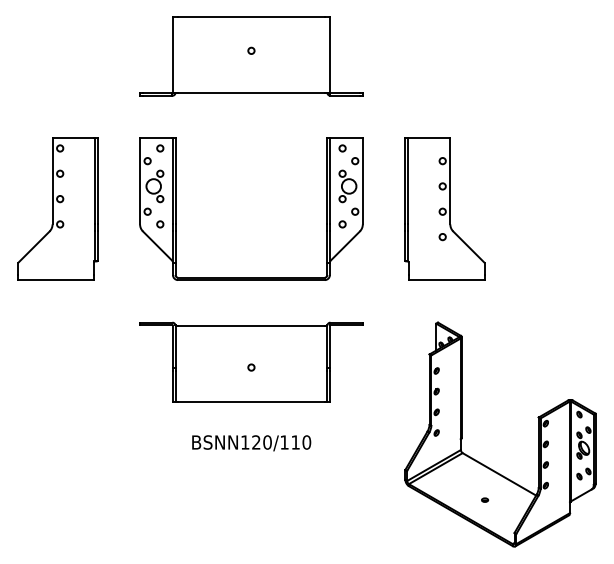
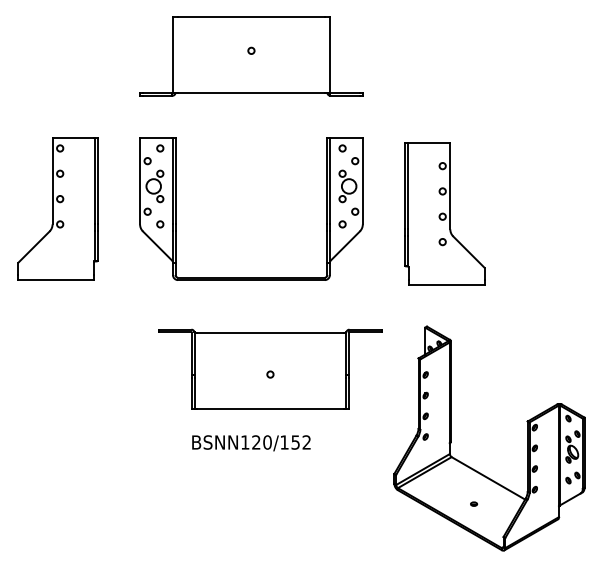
part at (444, 208) position: (444, 208) -> (444, 213)
part at (251, 361) position: (251, 361) -> (270, 368)
text at (301, 442): BSNN120/110 -> BSNN120/152
part at (481, 462) position: (481, 462) -> (470, 466)
